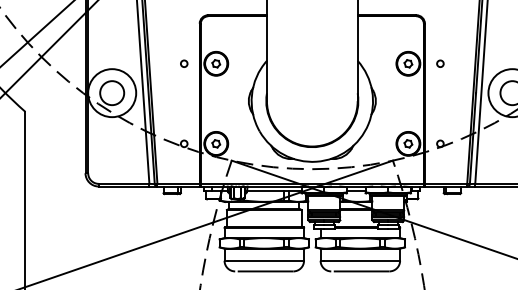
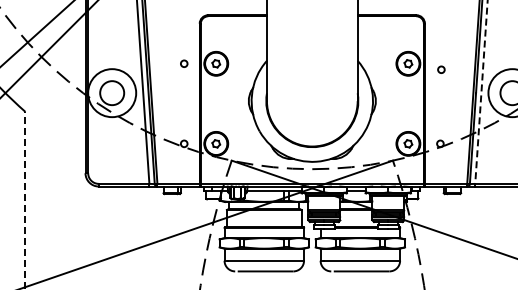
circle at (440, 63) position: (440, 63) -> (441, 69)
line at (481, 92): solid -> dashed
line at (25, 200): solid -> dashed
